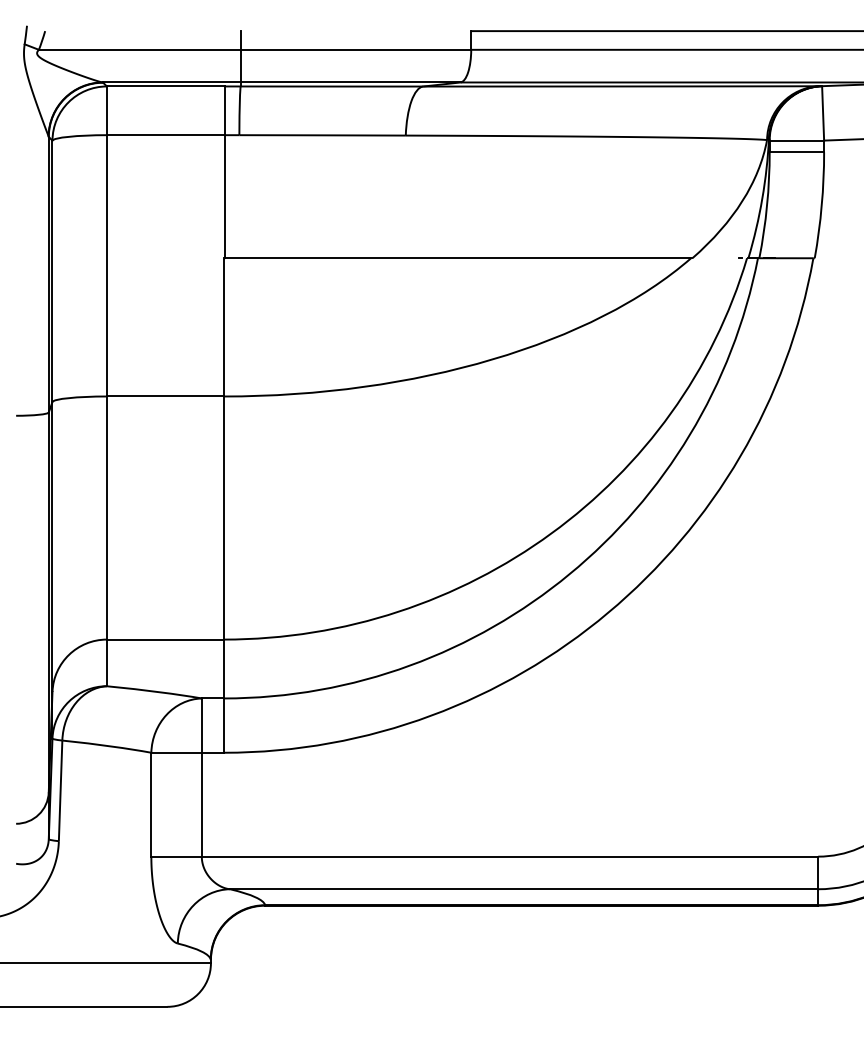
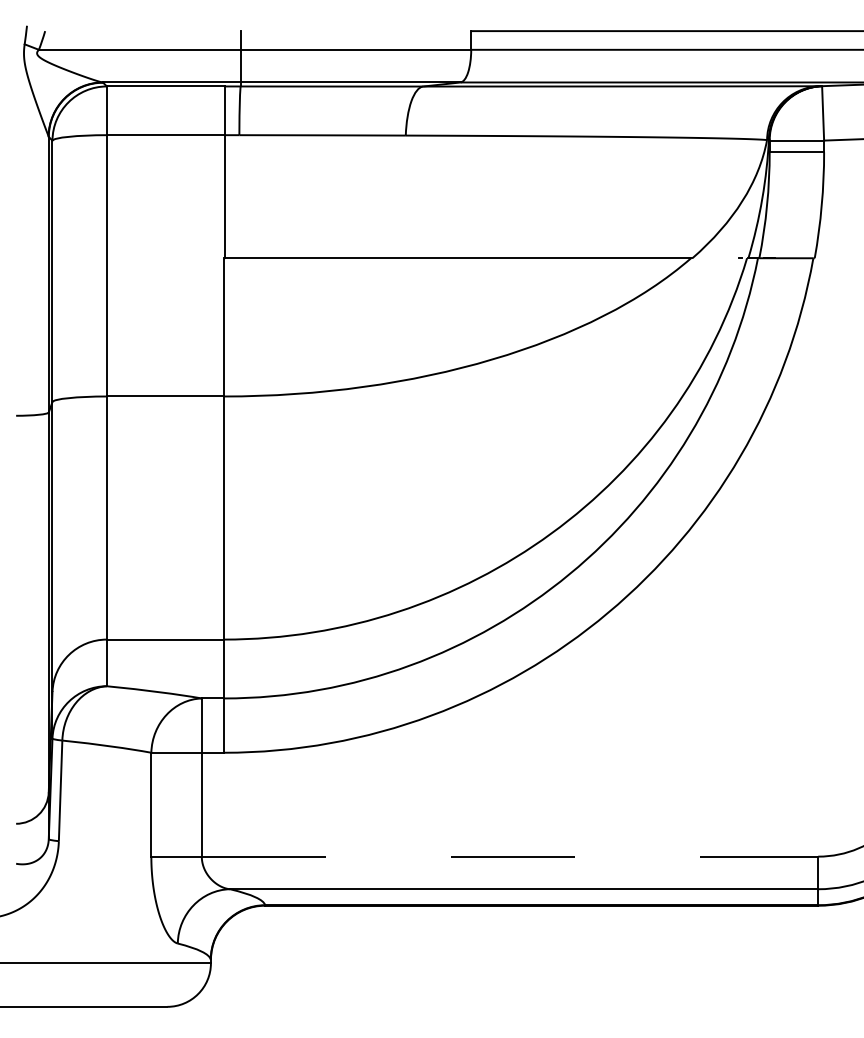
line at (510, 856): solid -> dashed
